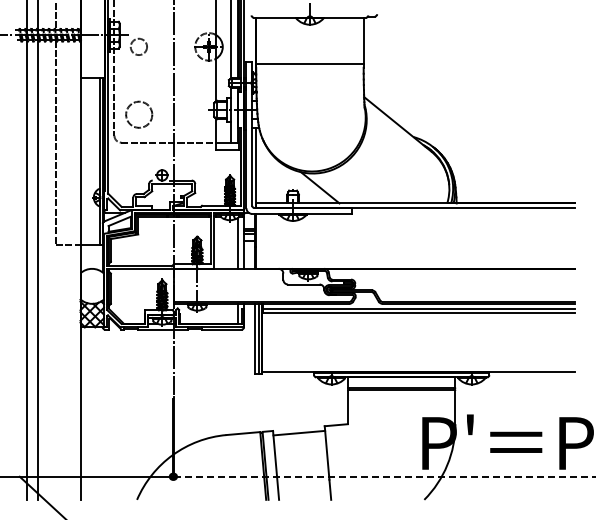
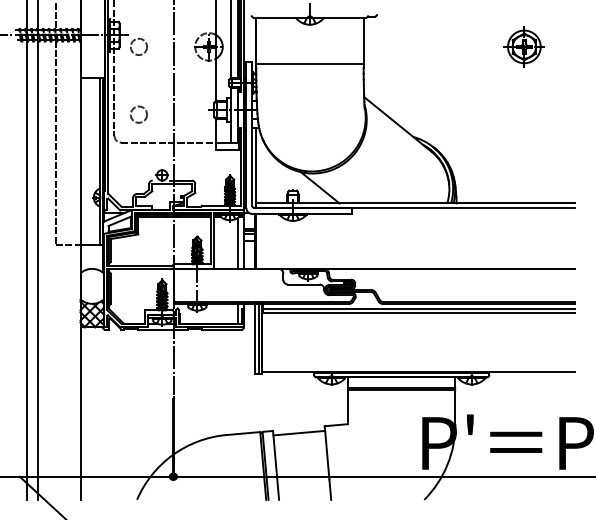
part at (523, 46): none -> present
circle at (139, 114) size: 29x29 px -> 19x19 px
line at (384, 476): dashed -> solid
